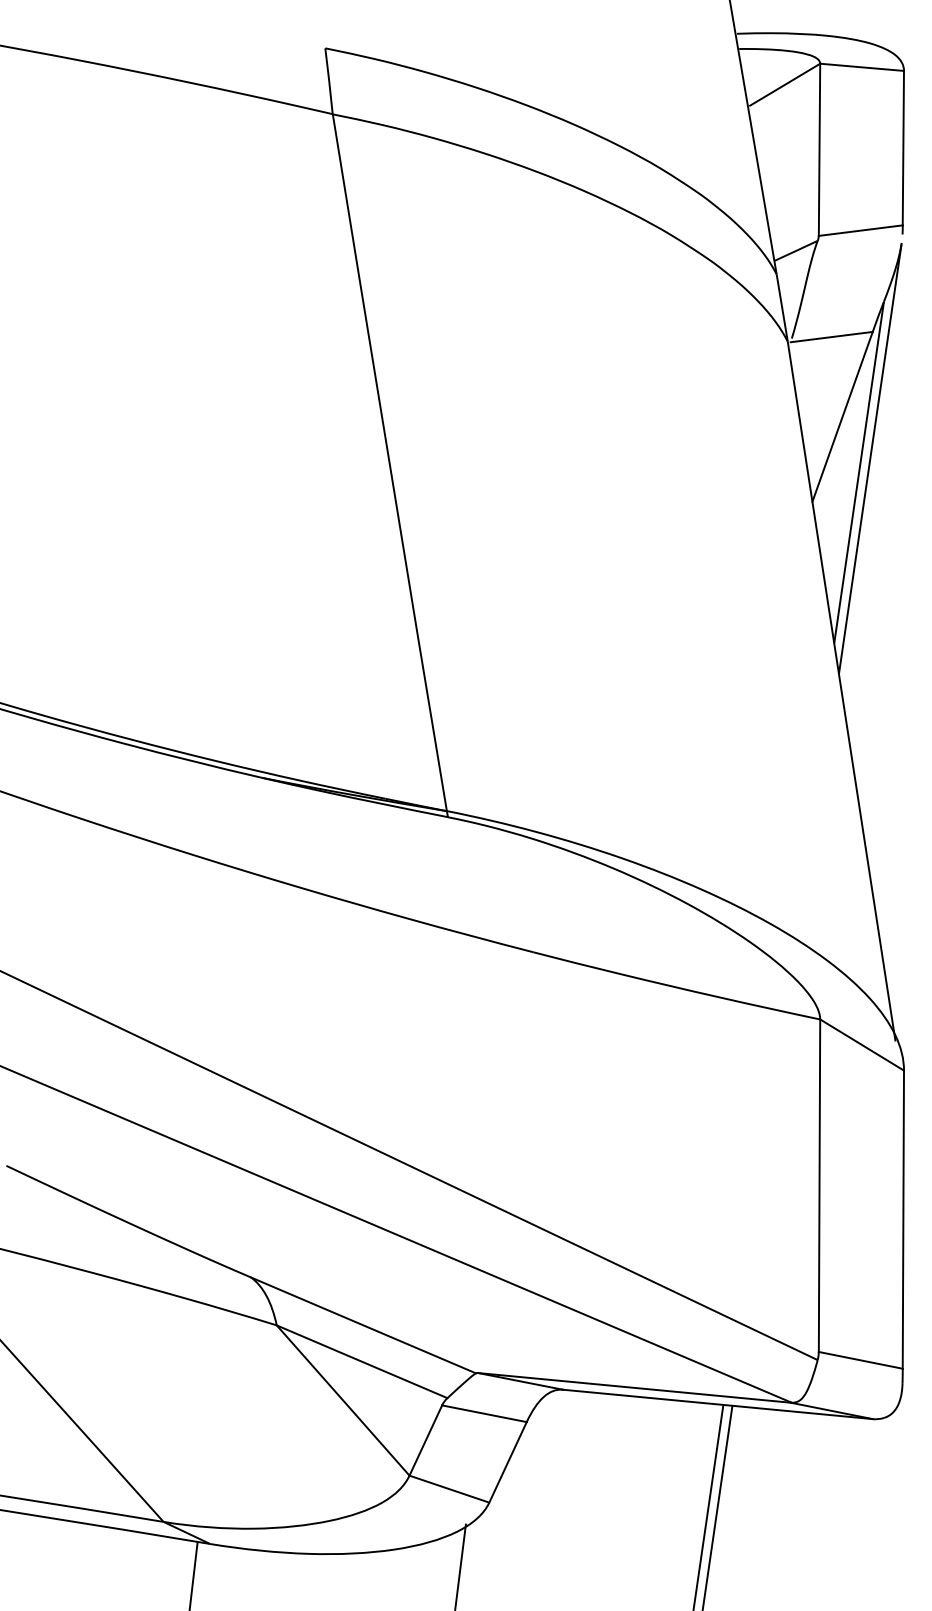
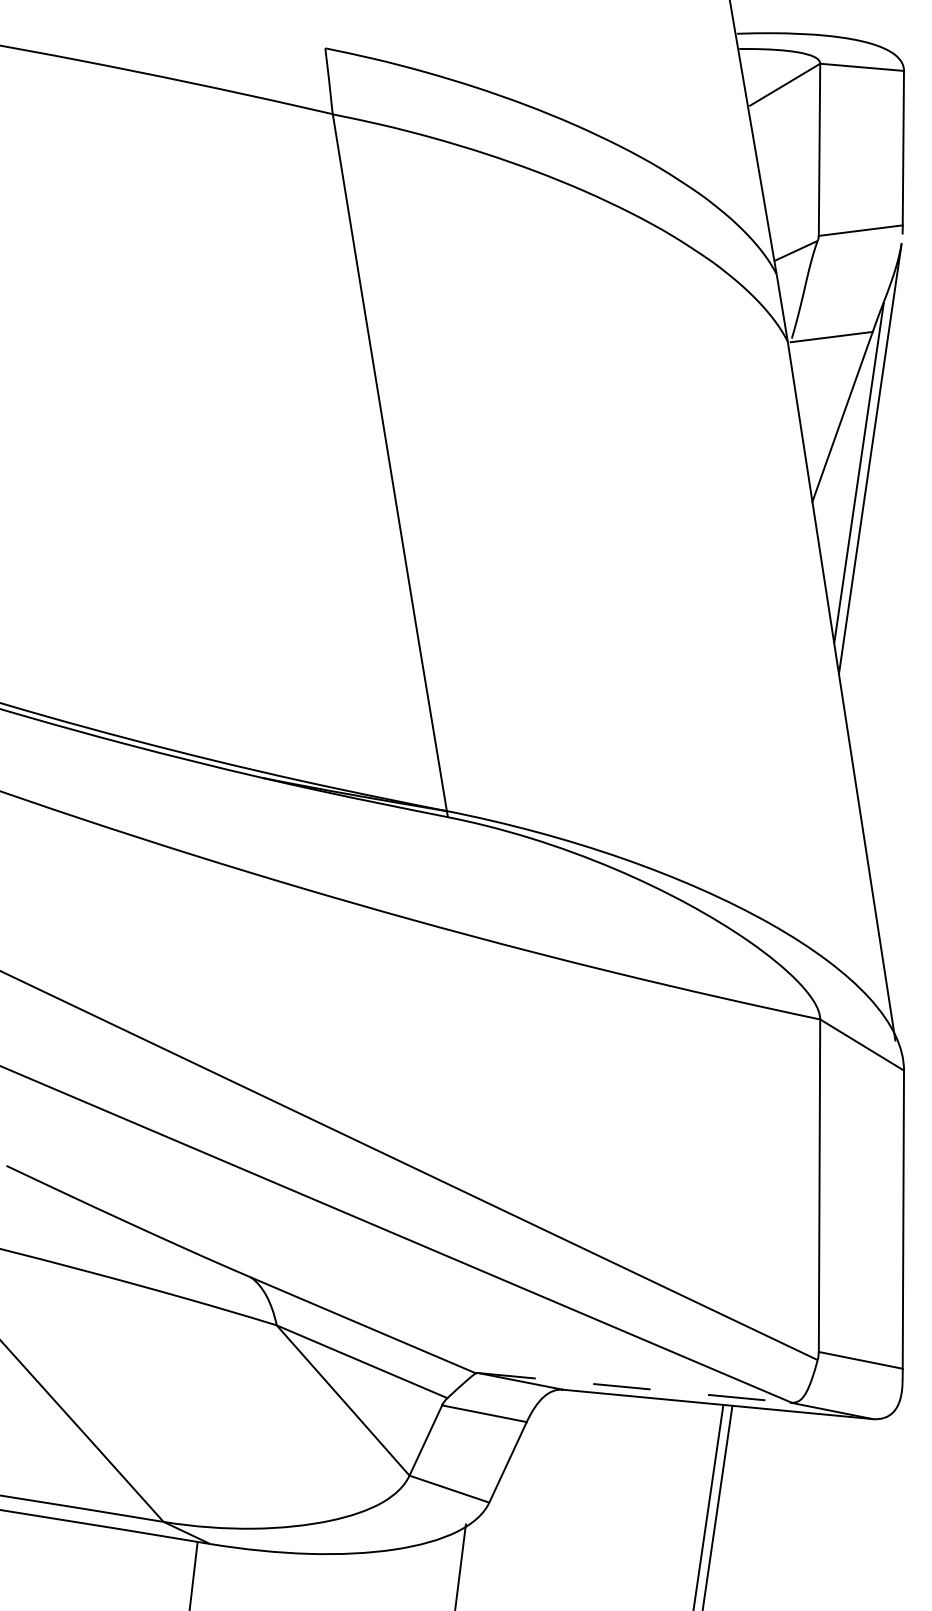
line at (634, 1387): solid -> dashed
